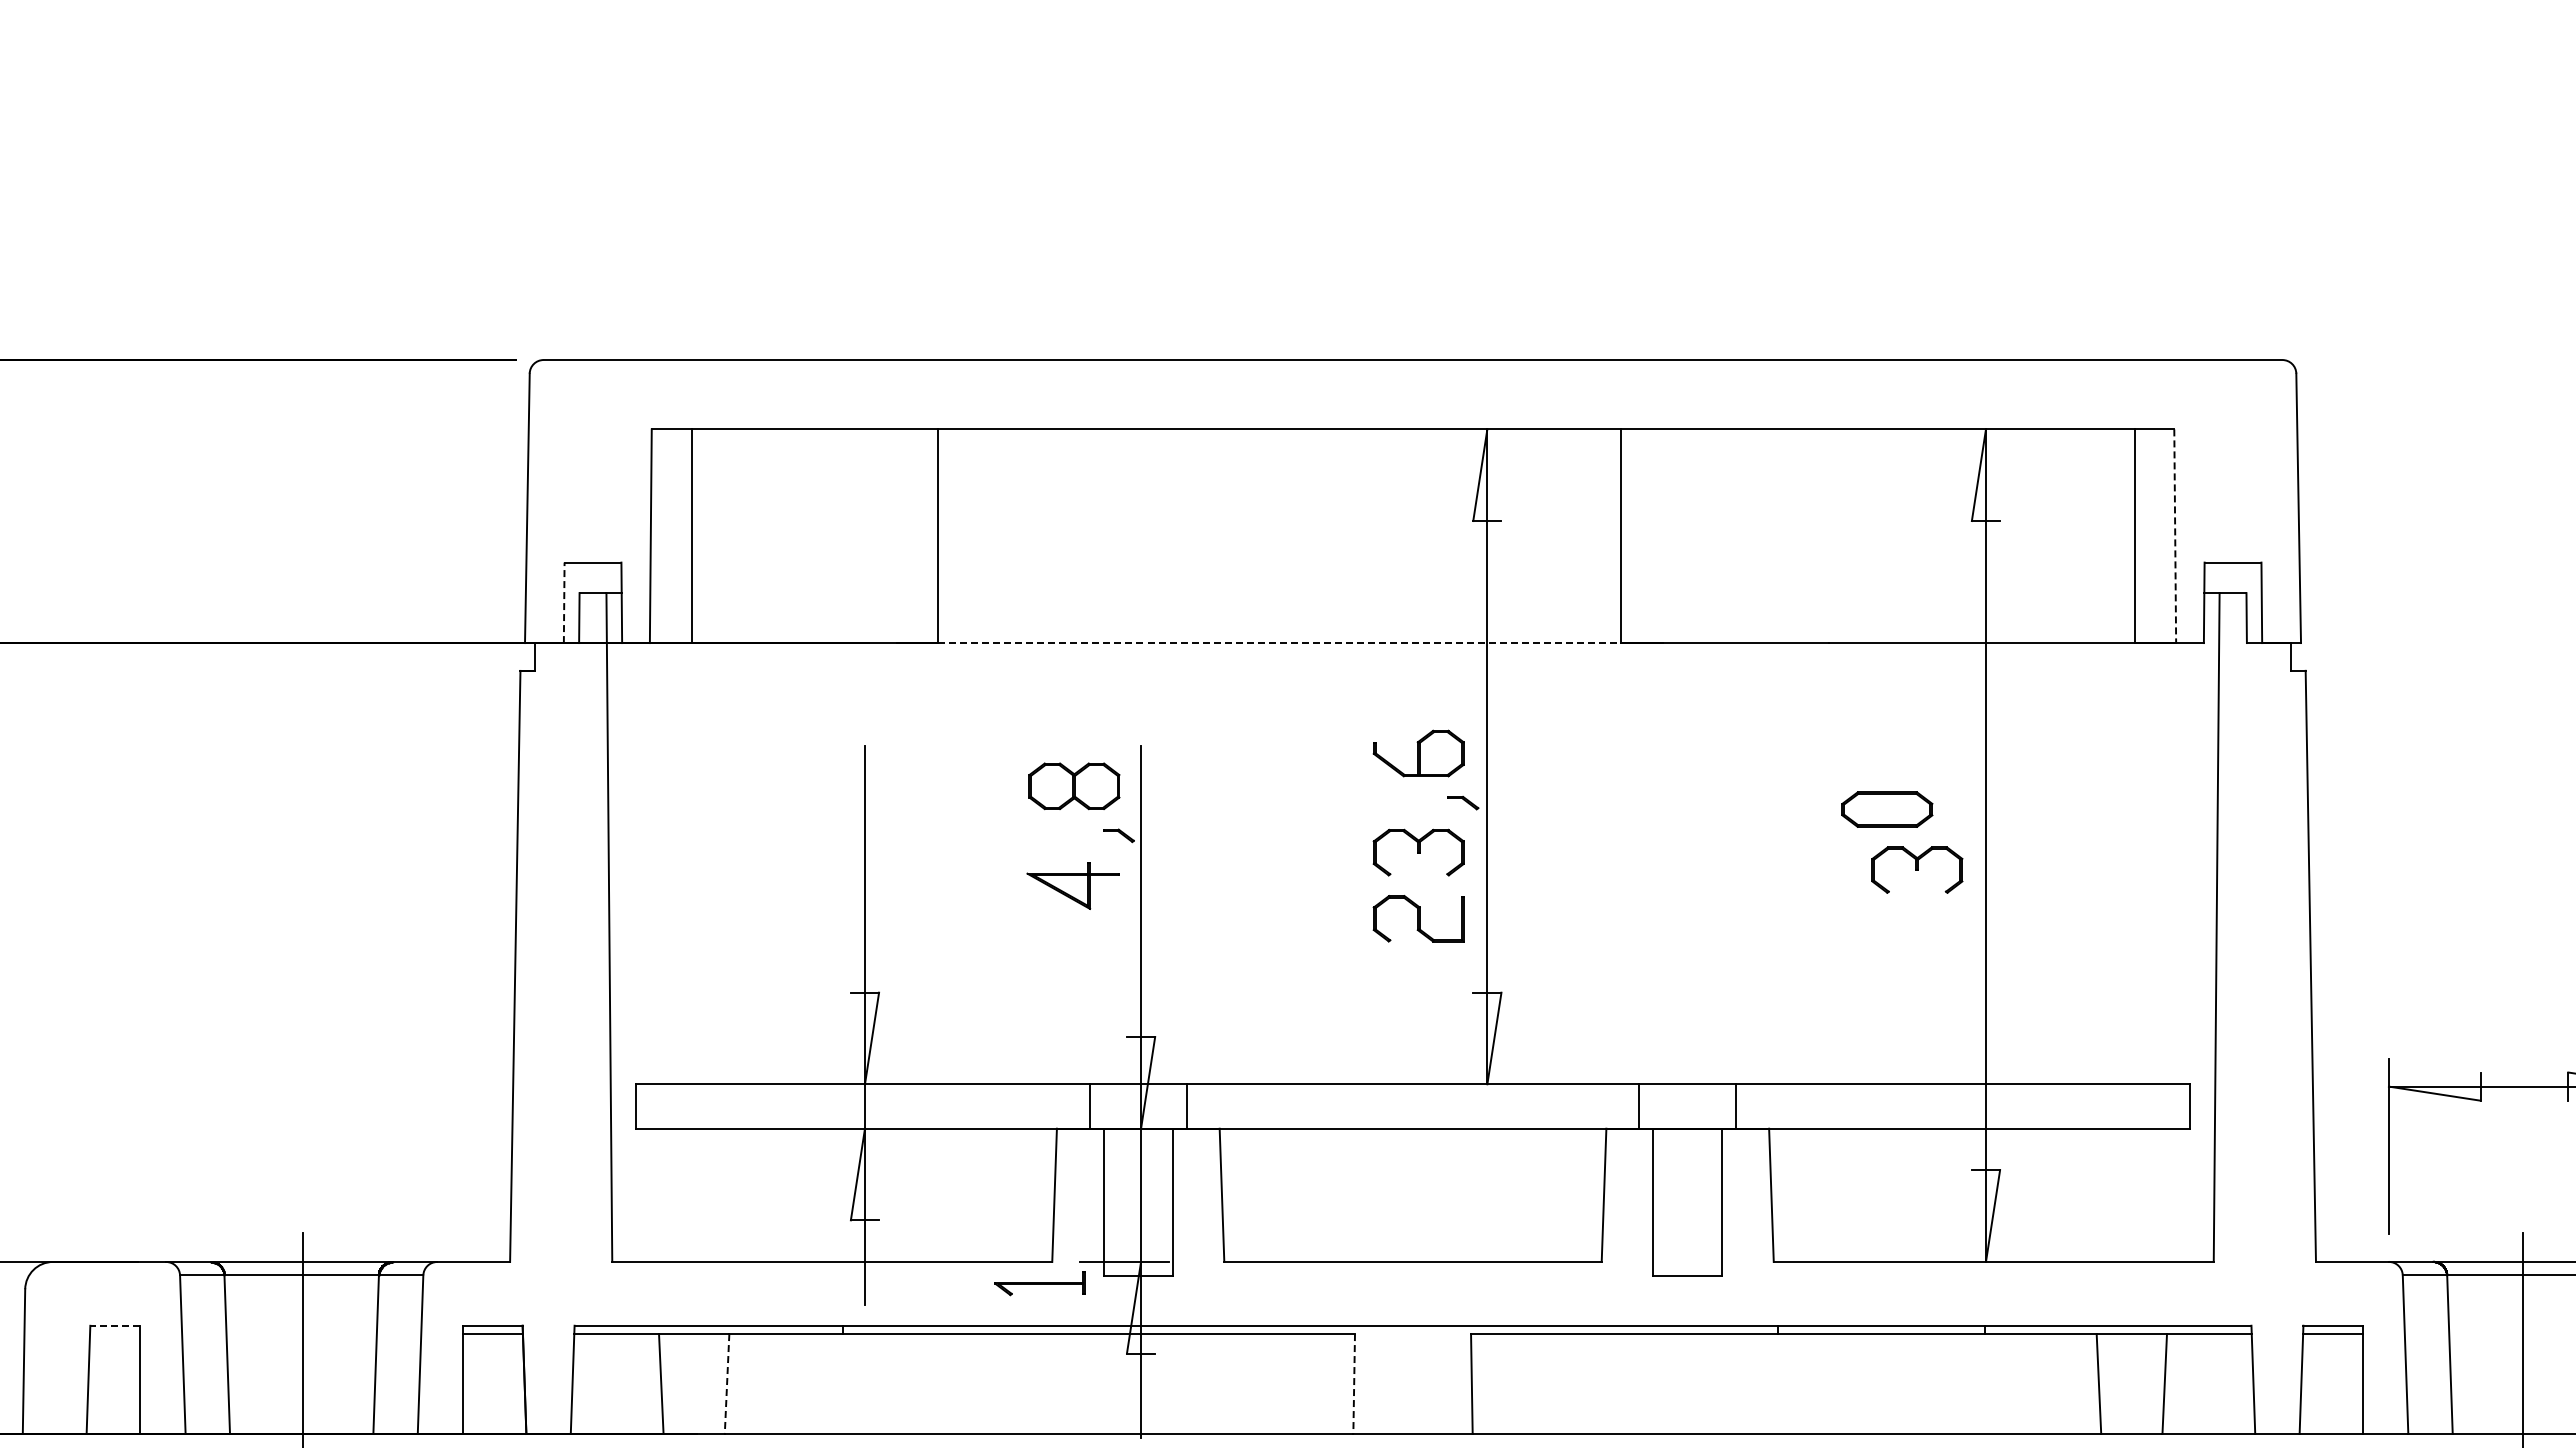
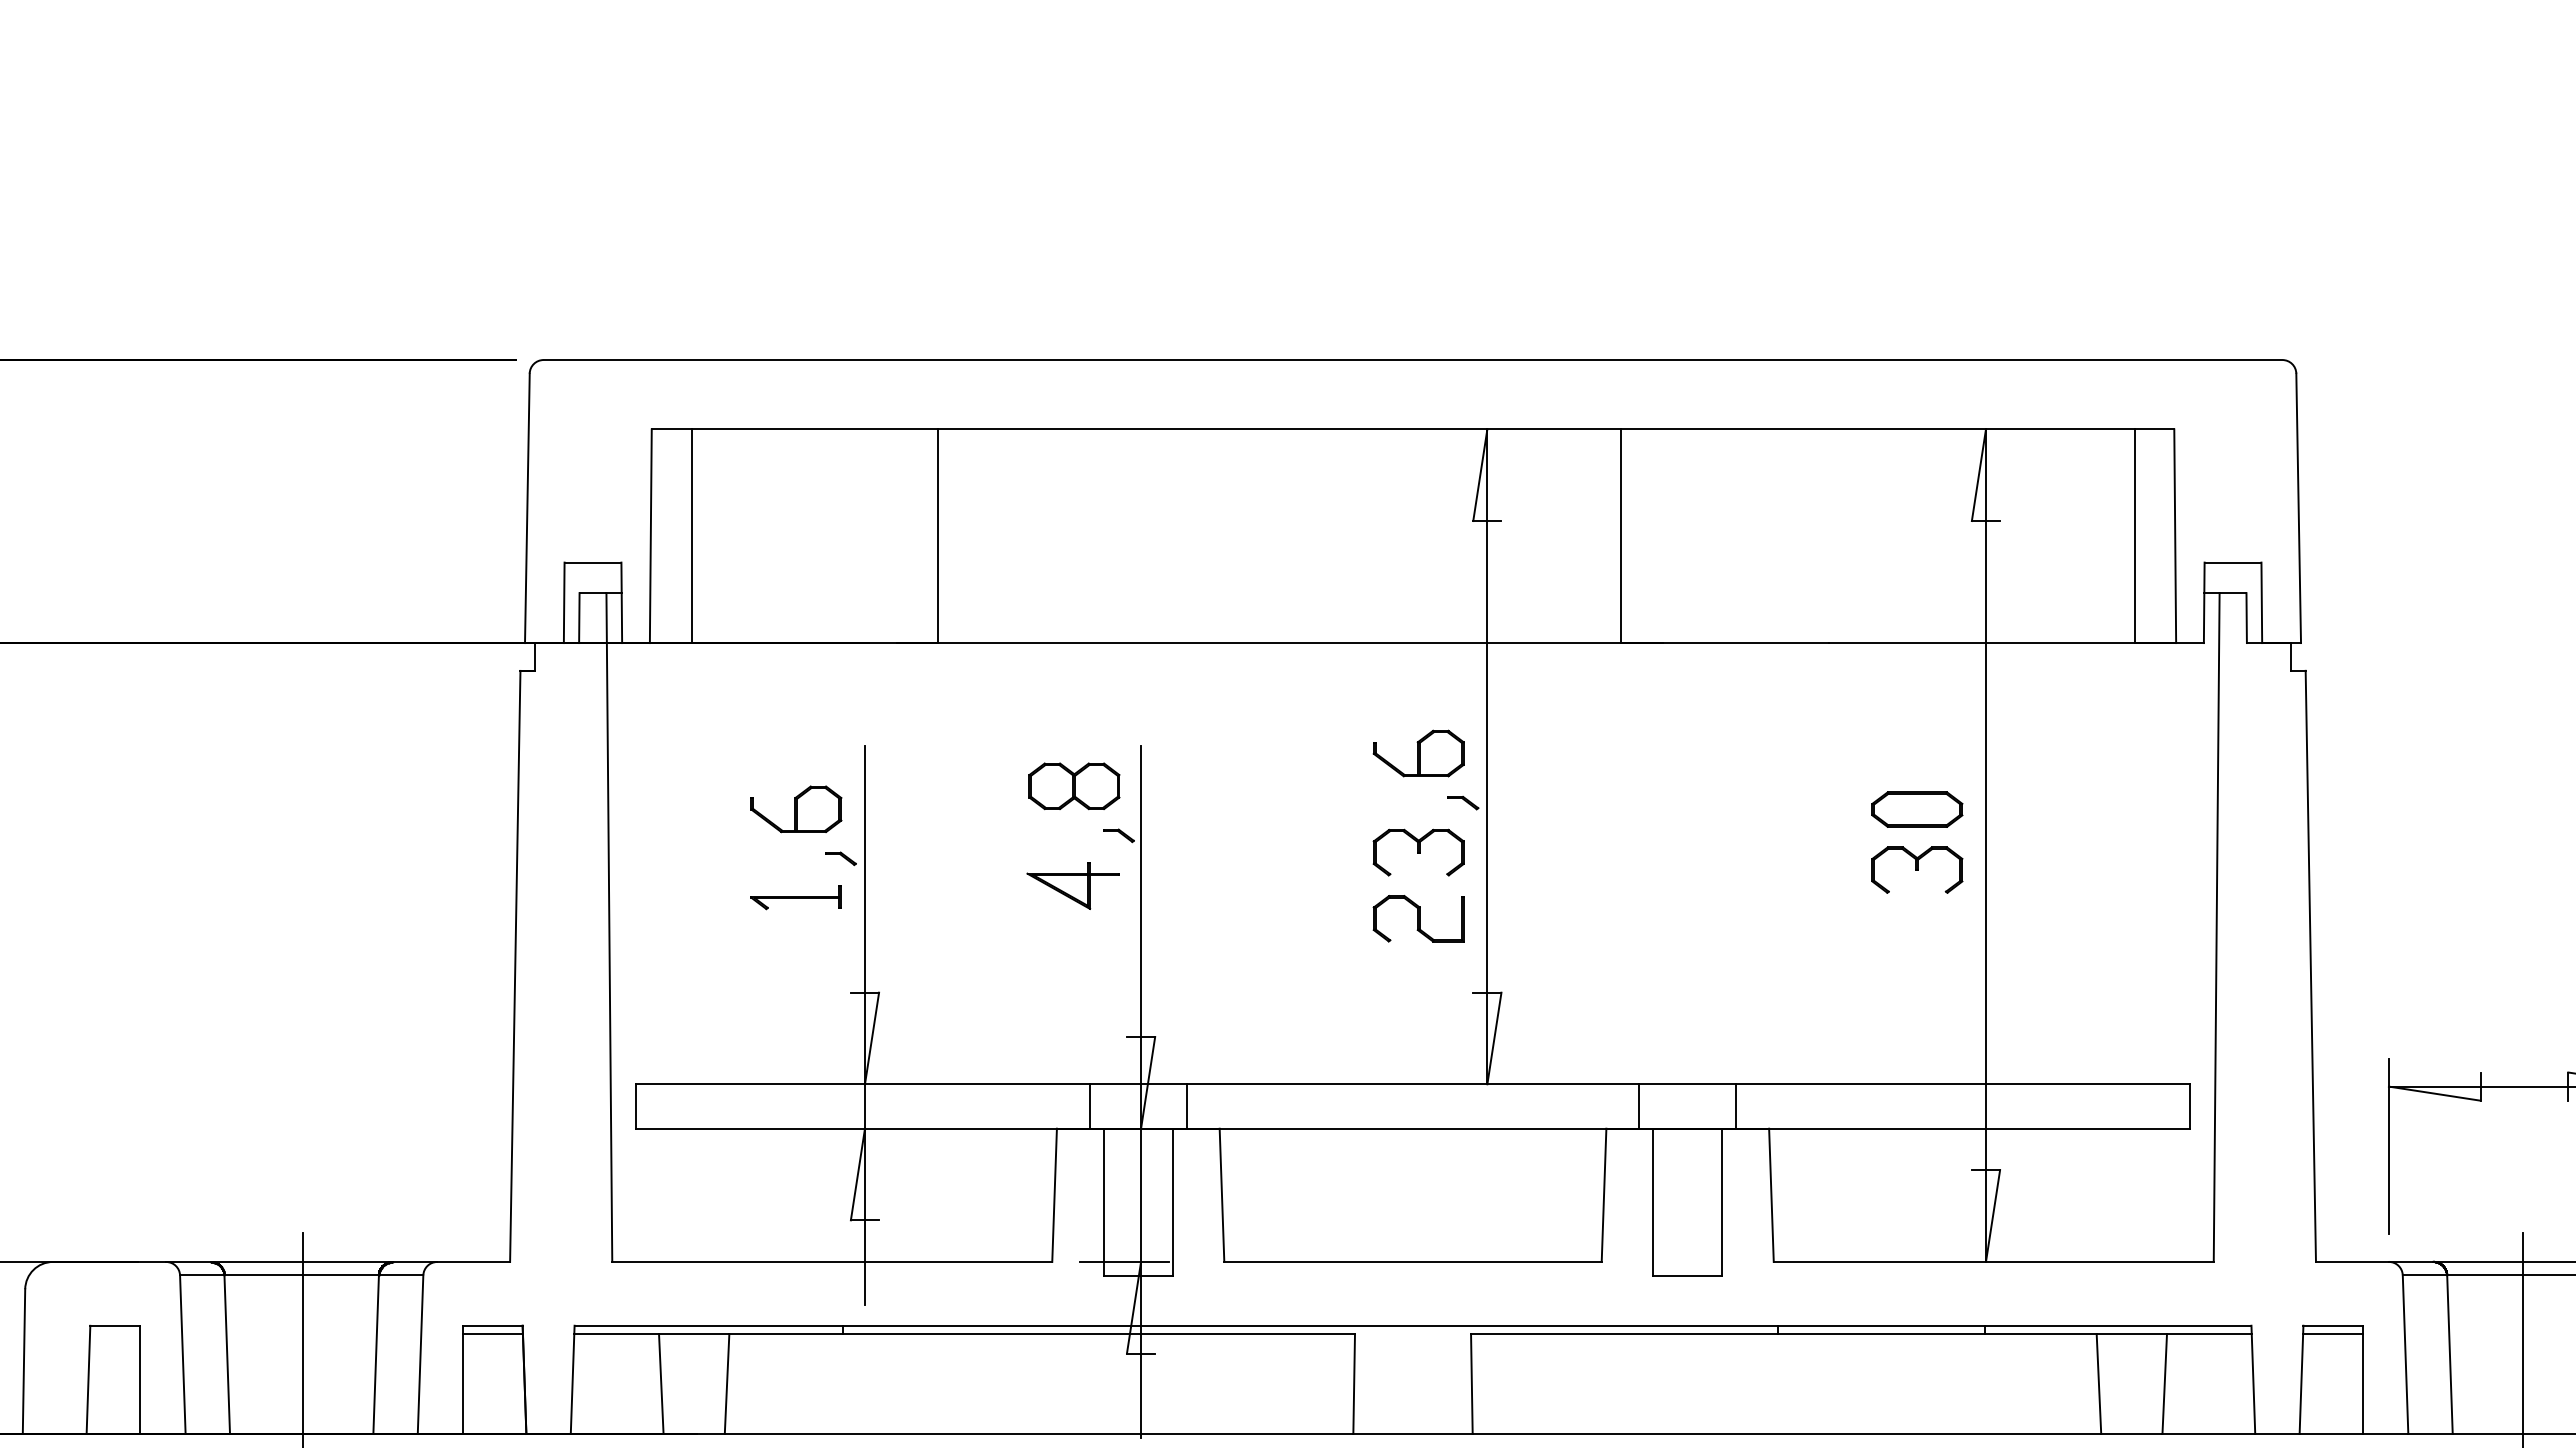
line at (2175, 536): dashed -> solid
line at (564, 602): dashed -> solid
line at (1280, 643): dashed -> solid
part at (796, 809): none -> present
part at (1887, 809) position: (1887, 809) -> (1917, 809)
part at (840, 858): none -> present
part at (1039, 1283) position: (1039, 1283) -> (795, 897)
line at (115, 1325): dashed -> solid
line at (727, 1384): dashed -> solid
line at (1354, 1384): dashed -> solid
